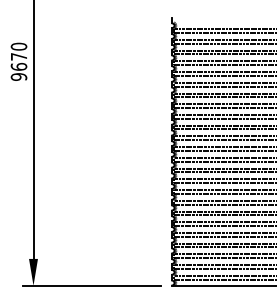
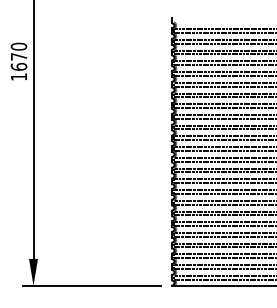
text at (18, 76): 9670 -> 1670
